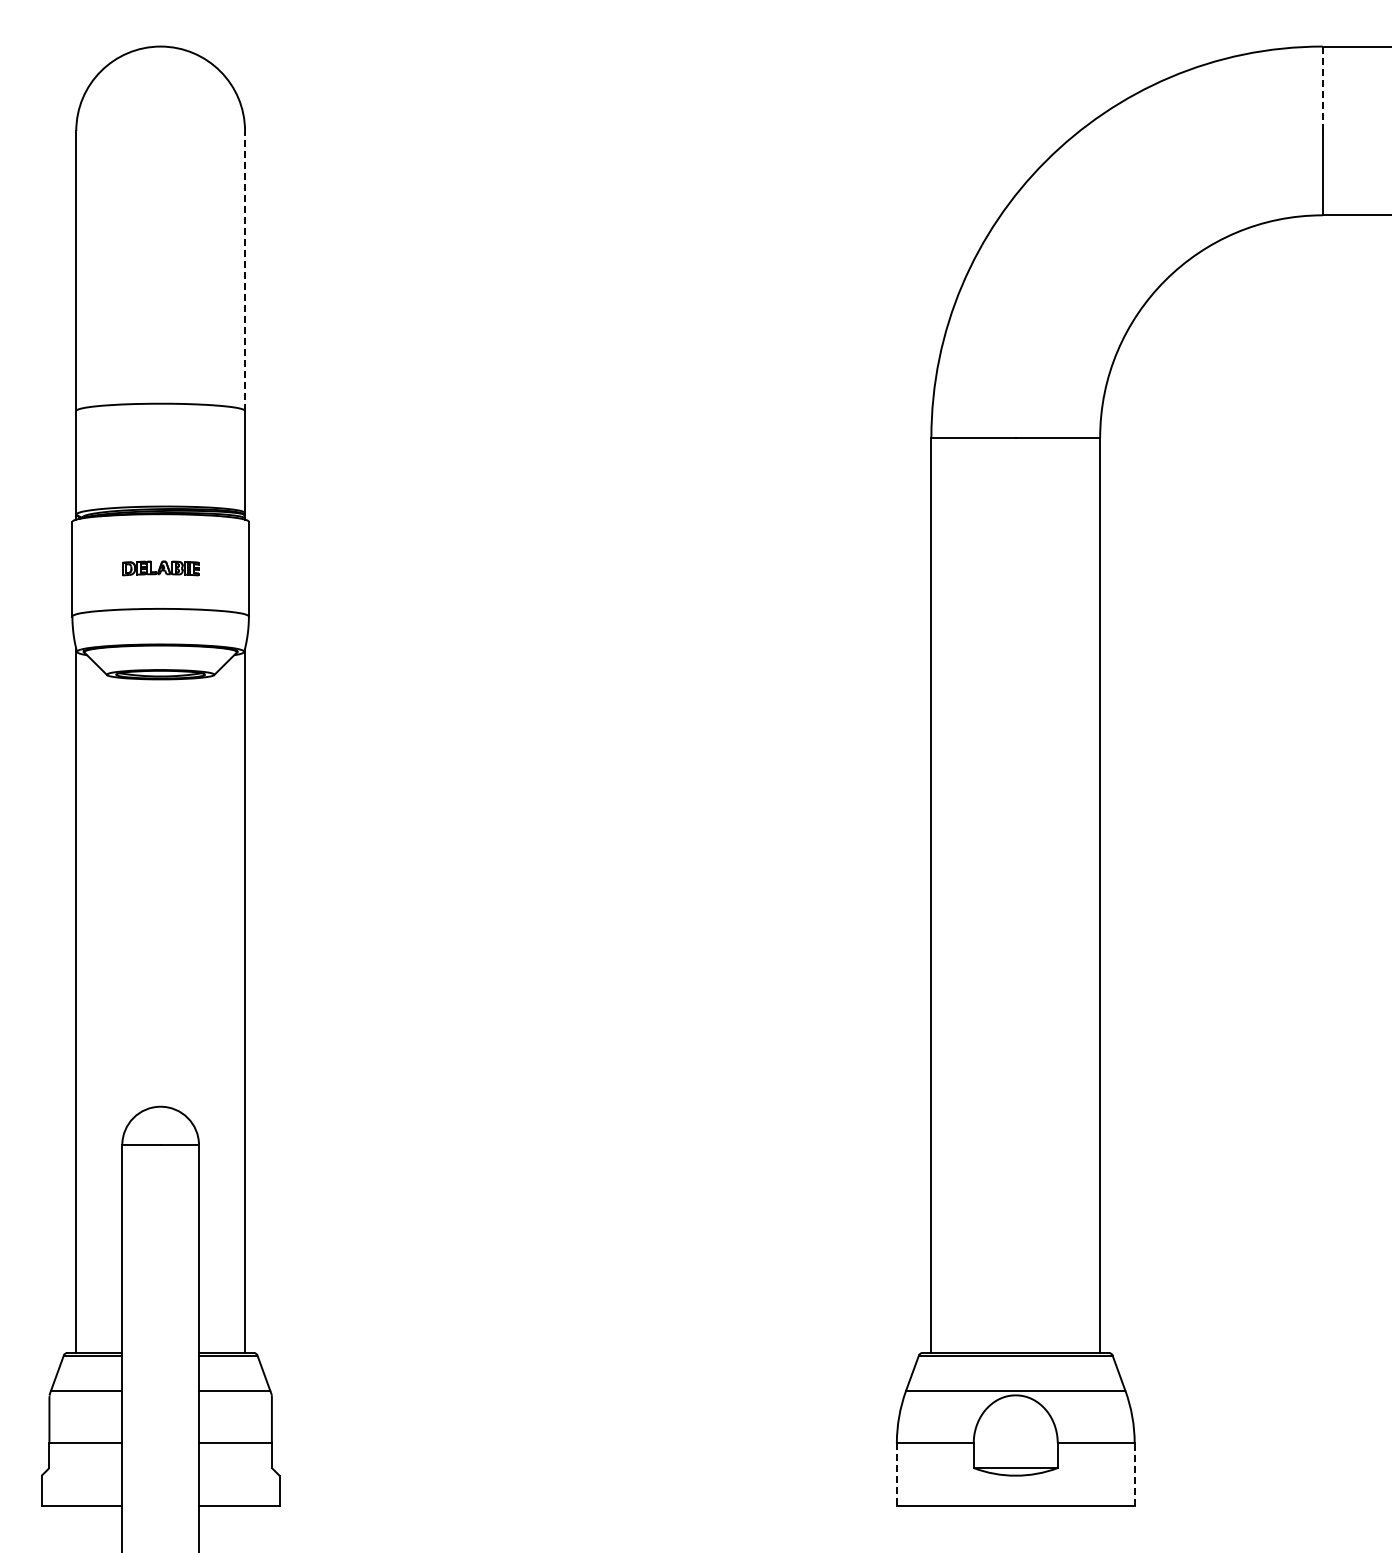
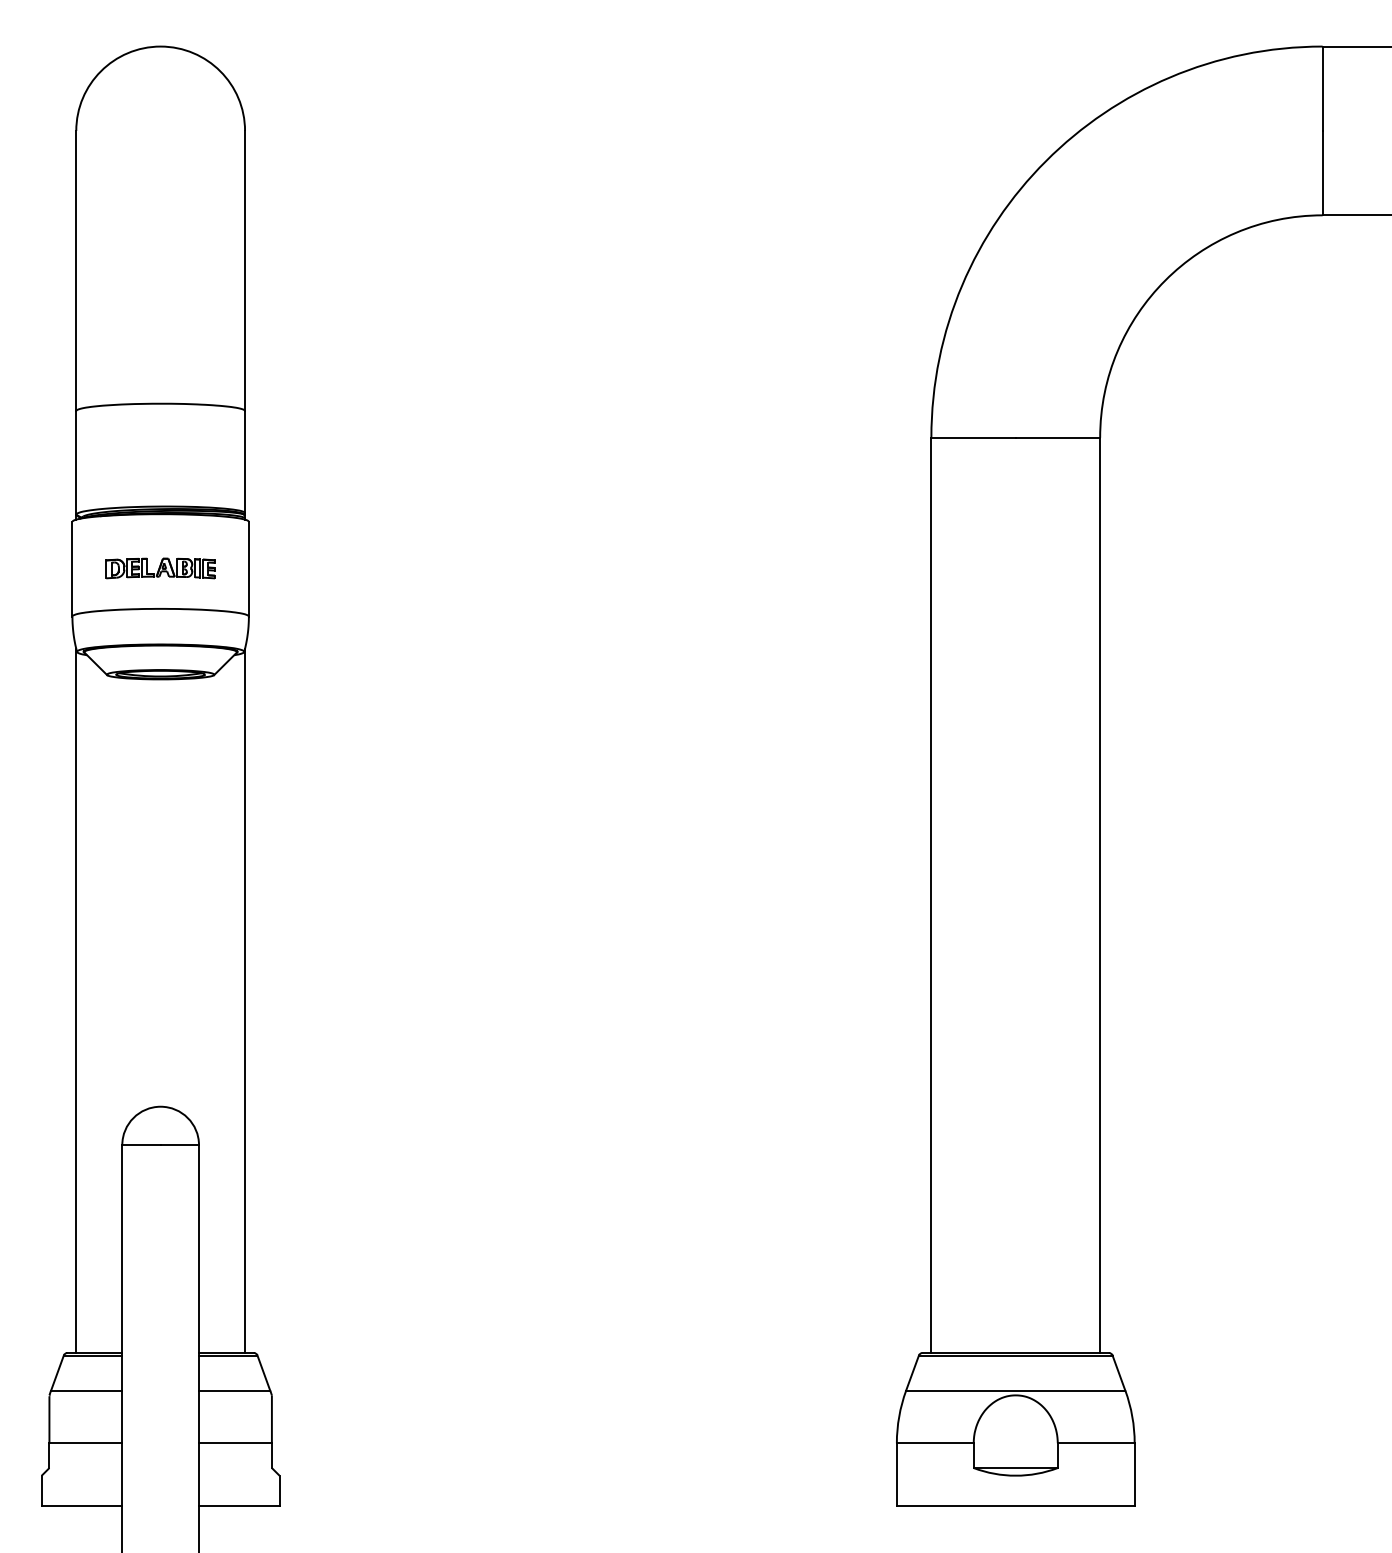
line at (1322, 89): dashed -> solid
line at (245, 270): dashed -> solid
part at (160, 568) size: 78x17 px -> 111x23 px
line at (896, 1474): dashed -> solid
line at (1134, 1474): dashed -> solid
